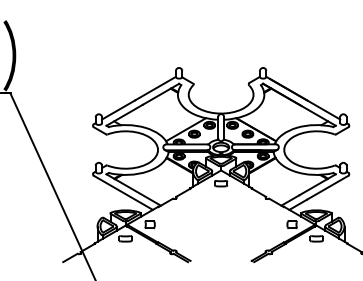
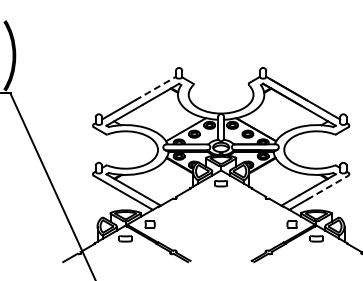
line at (155, 88): solid -> dashed
line at (327, 187): solid -> dashed
